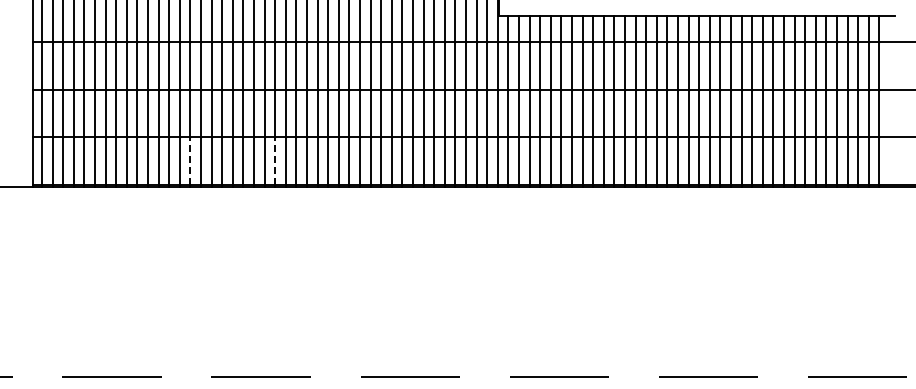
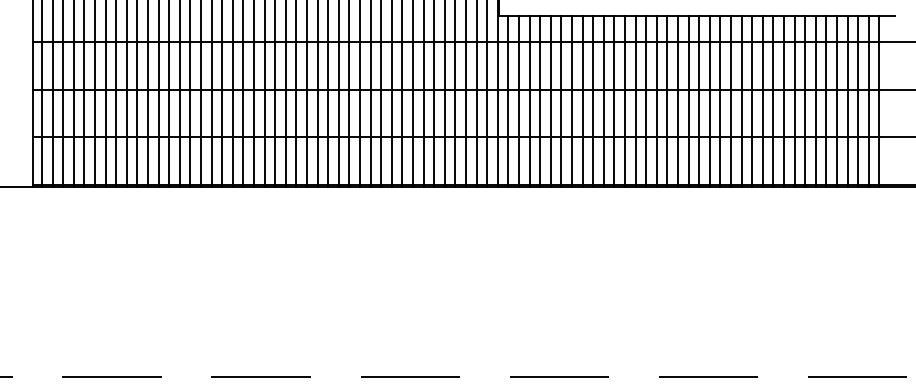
line at (190, 161): dashed -> solid
line at (275, 161): dashed -> solid
